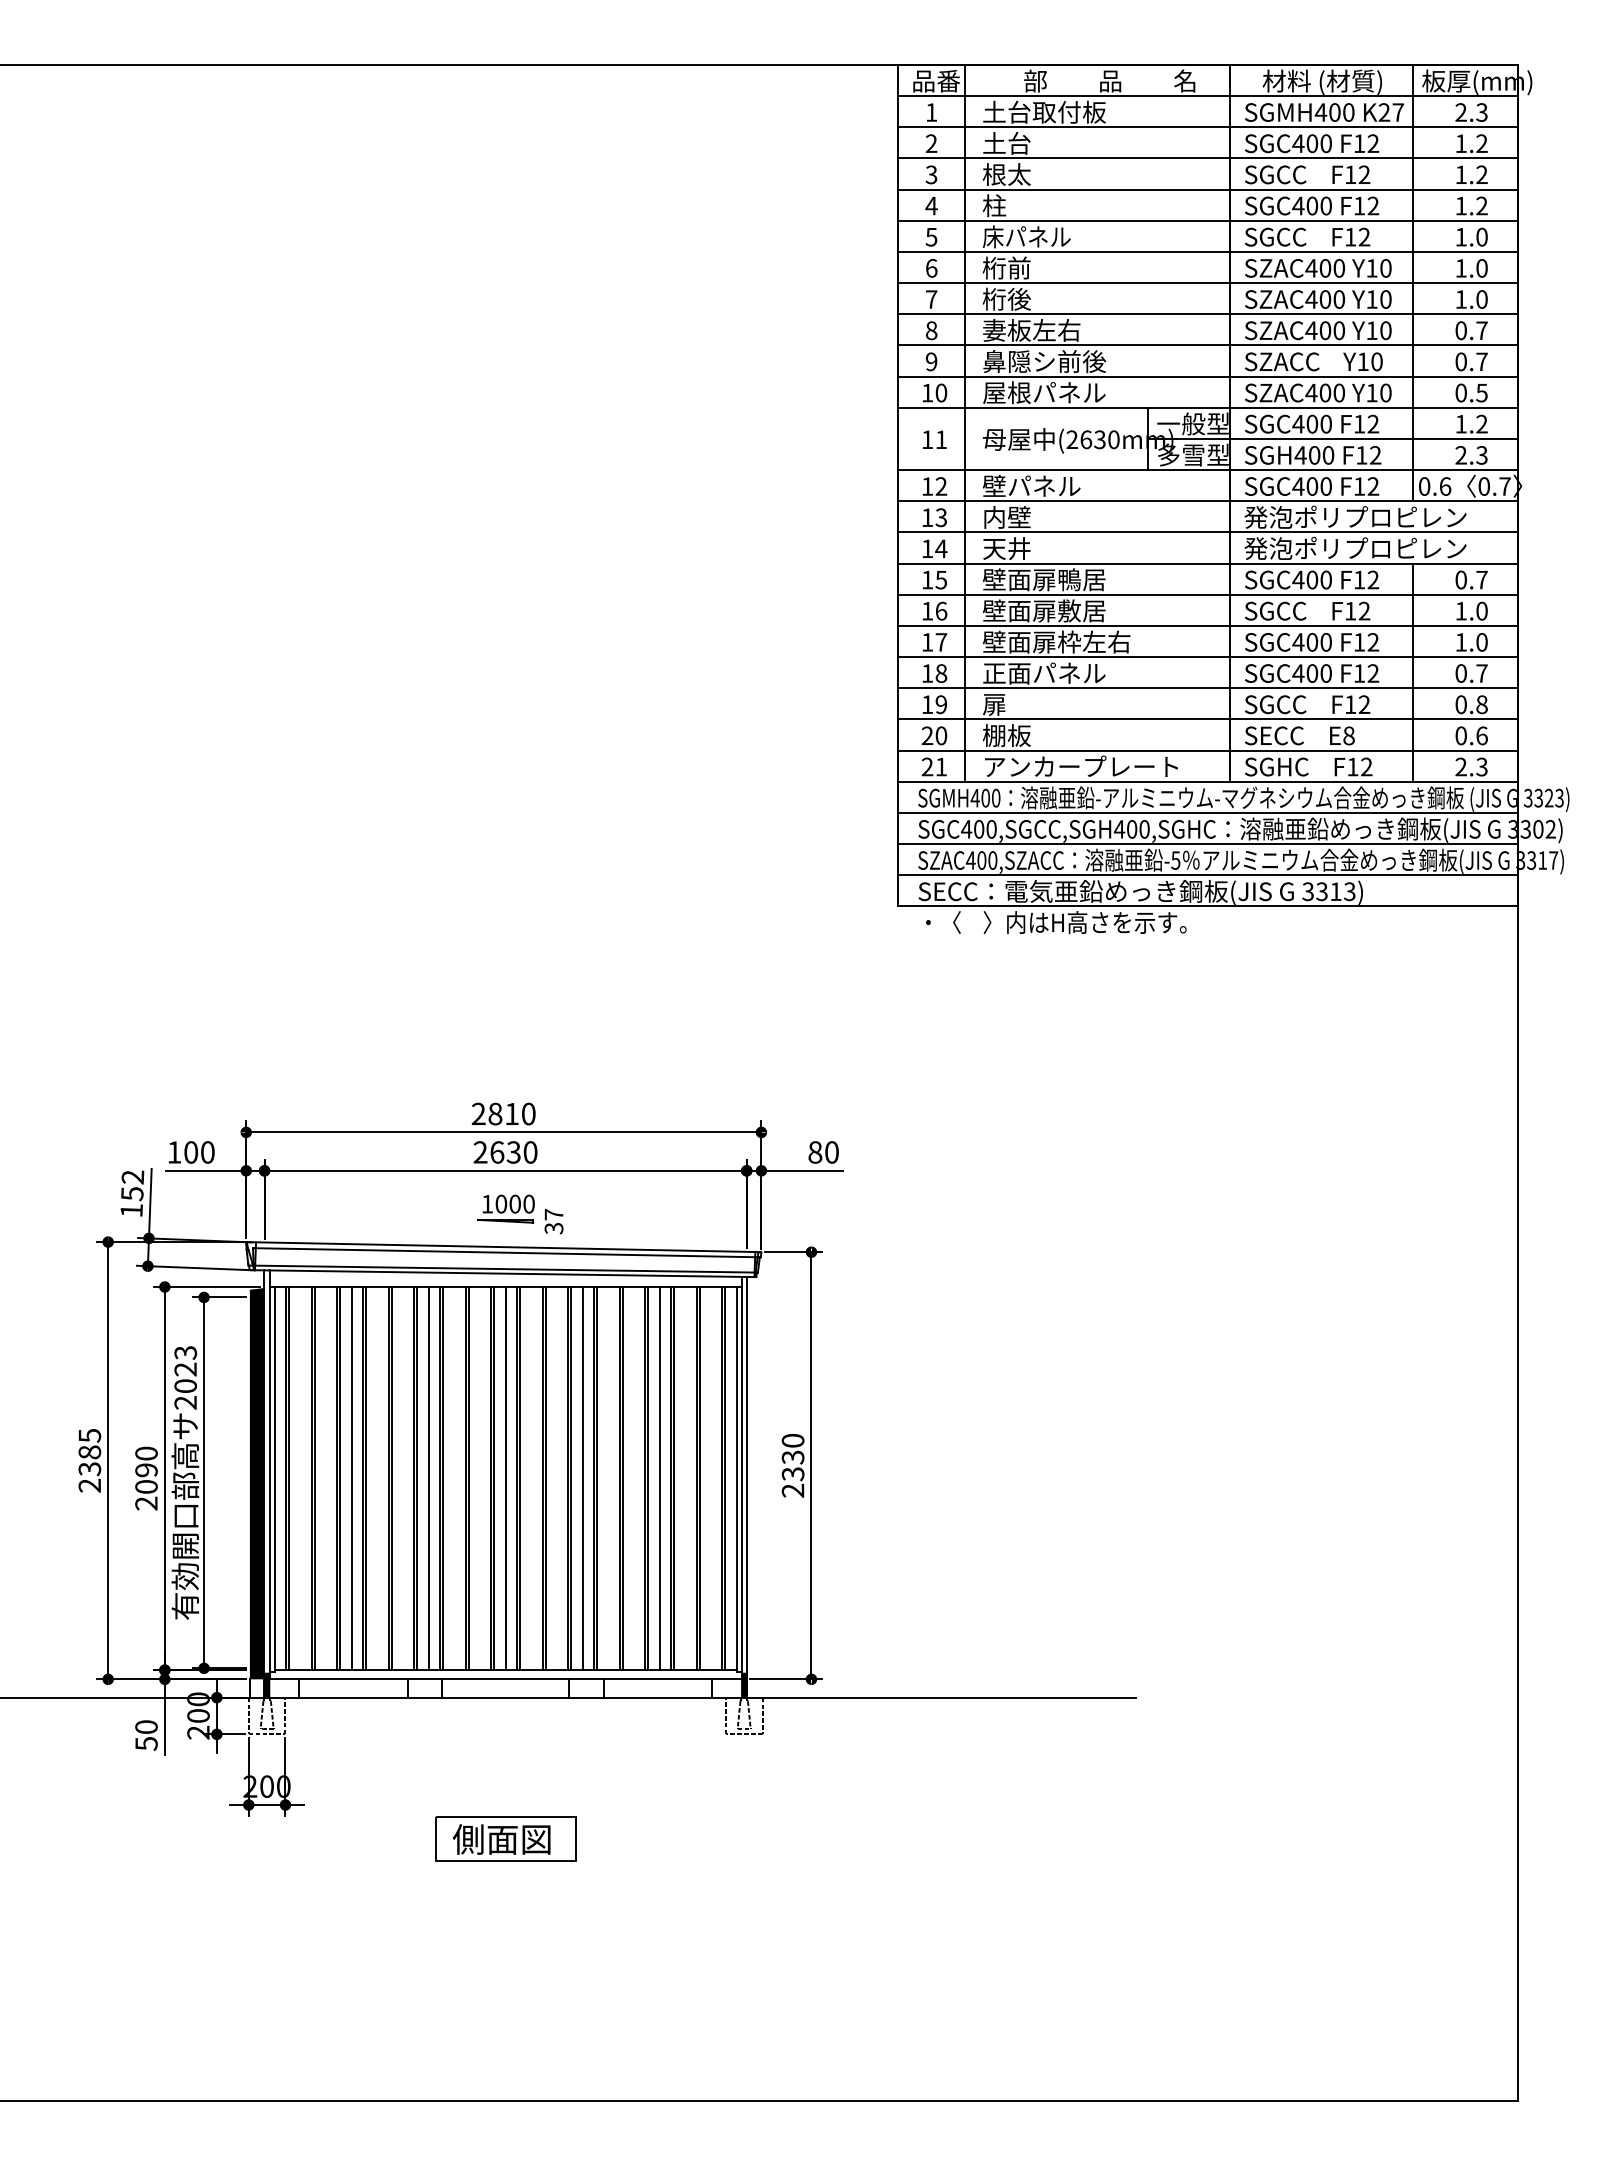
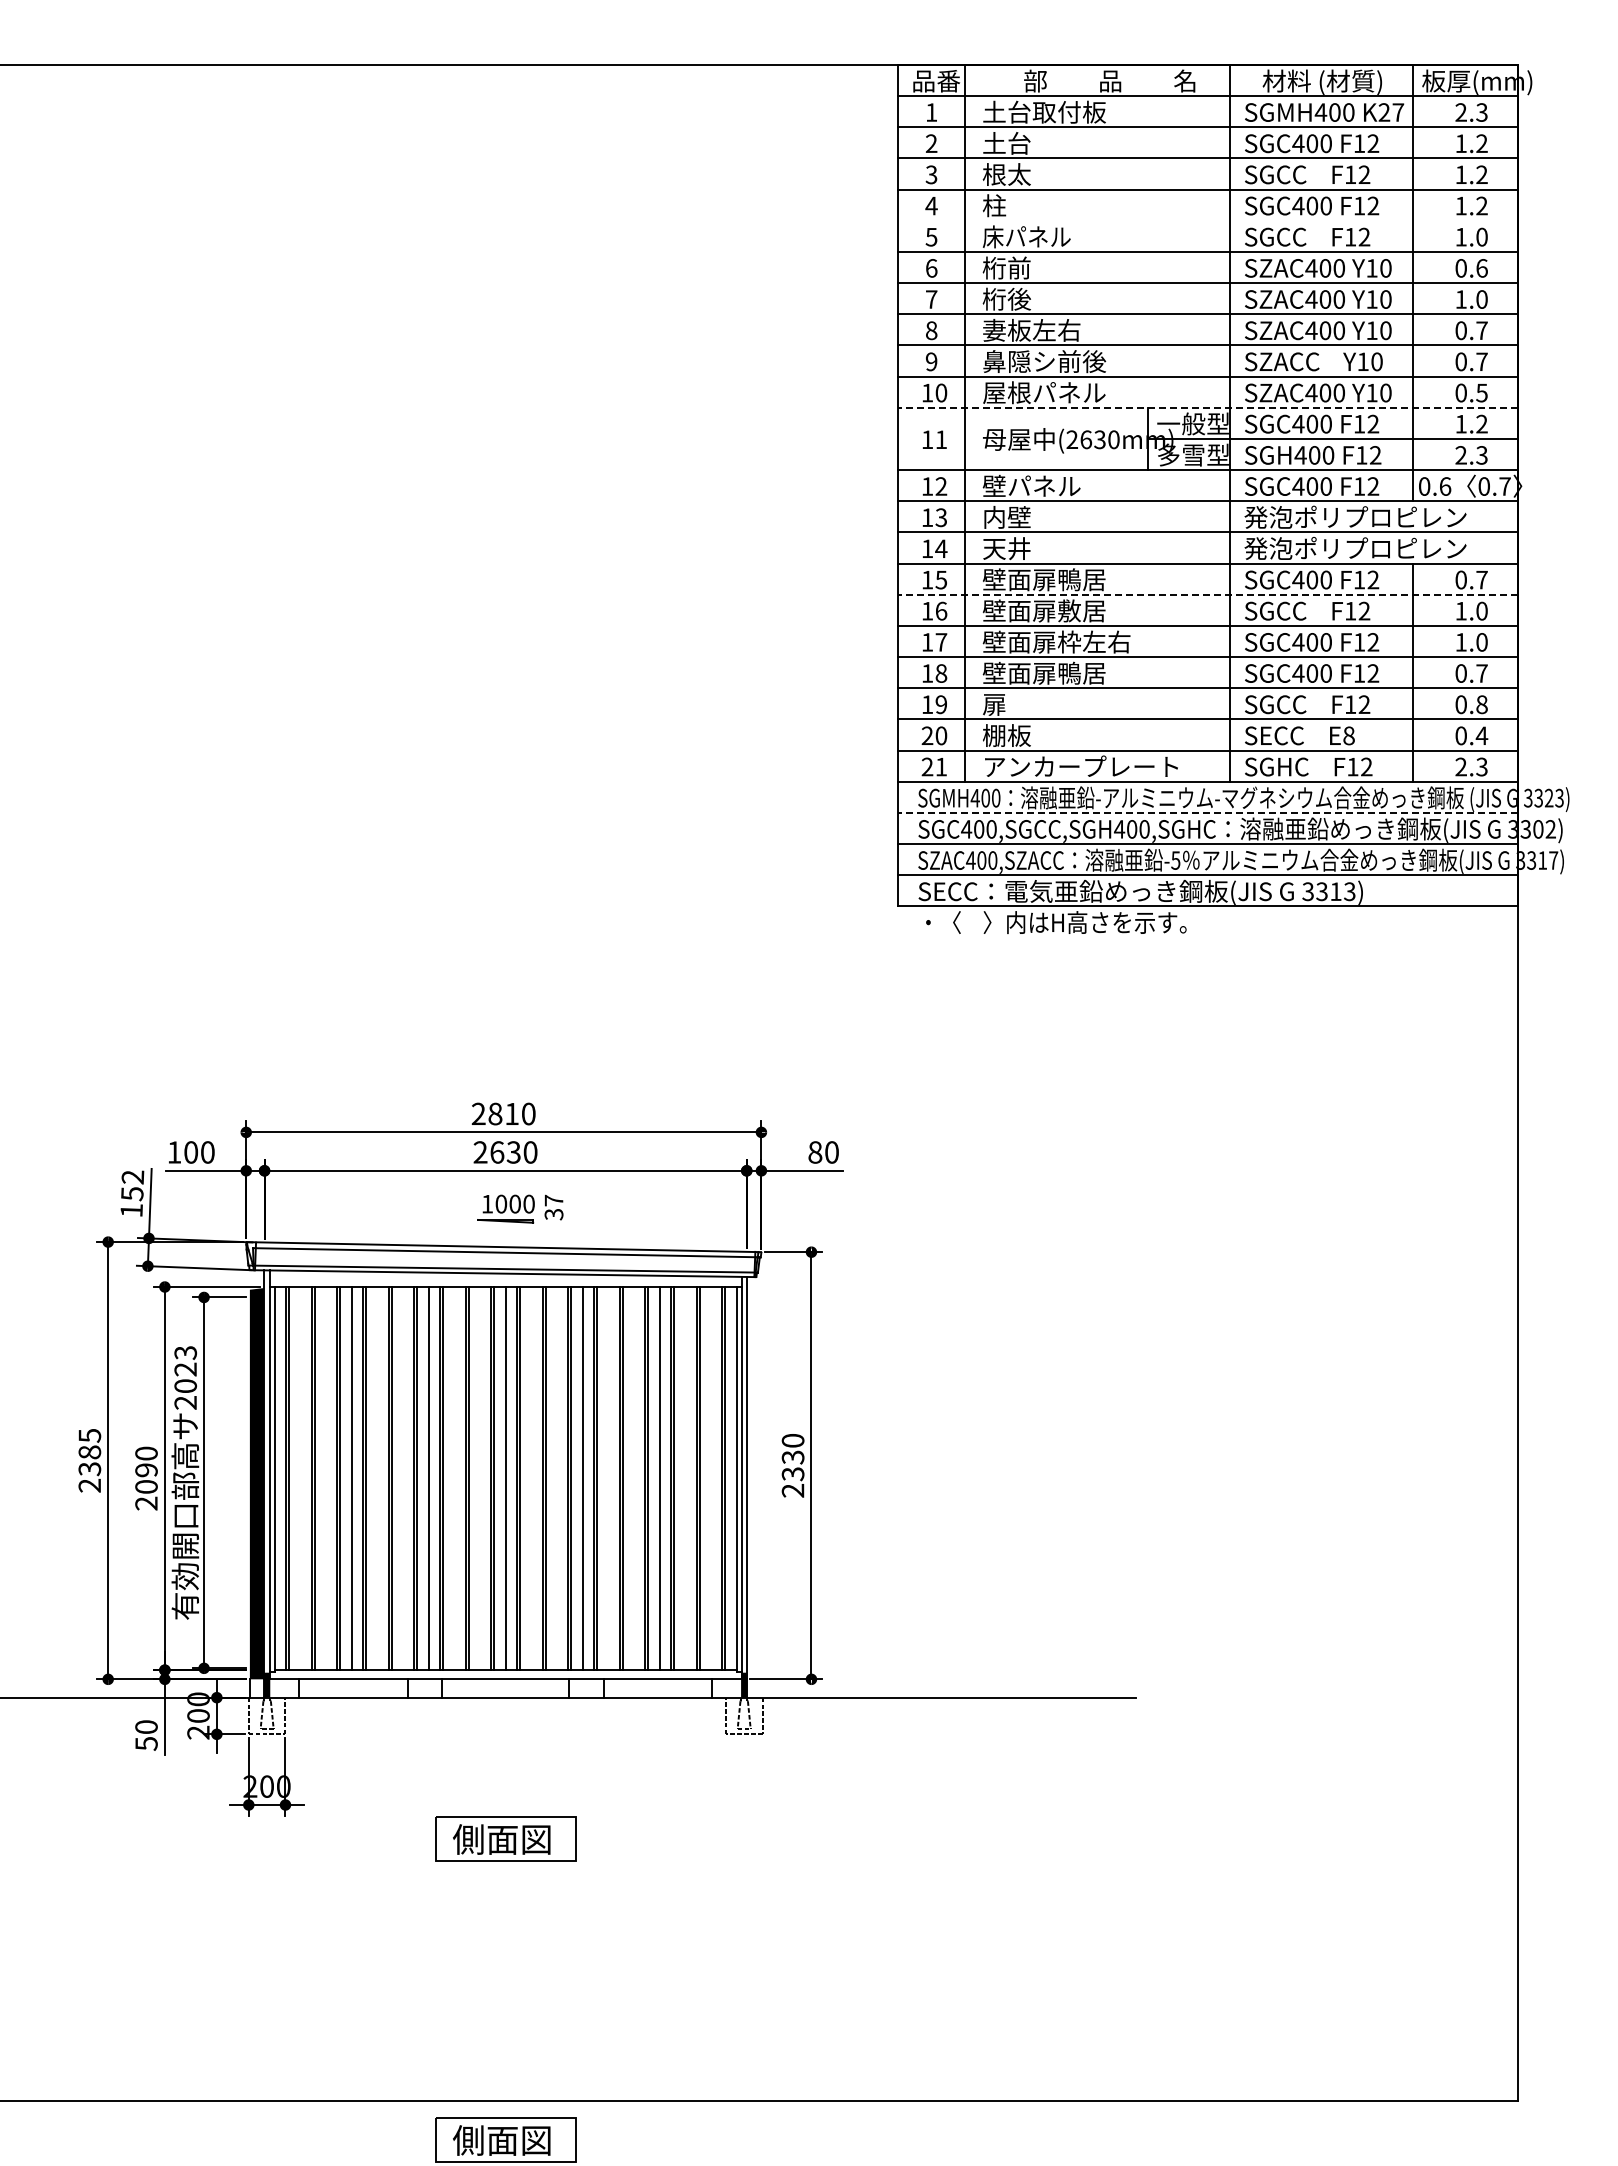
line at (1208, 220): present -> none
text at (1471, 268): 1.0 -> 0.6
line at (1208, 407): solid -> dashed
line at (1208, 594): solid -> dashed
text at (1043, 672): 正面パネル -> 壁面扉鴨居
text at (1481, 735): 0.6 -> 0.4
line at (1208, 812): solid -> dashed
text at (553, 1221) position: (553, 1221) -> (553, 1207)
part at (505, 2139): none -> present
